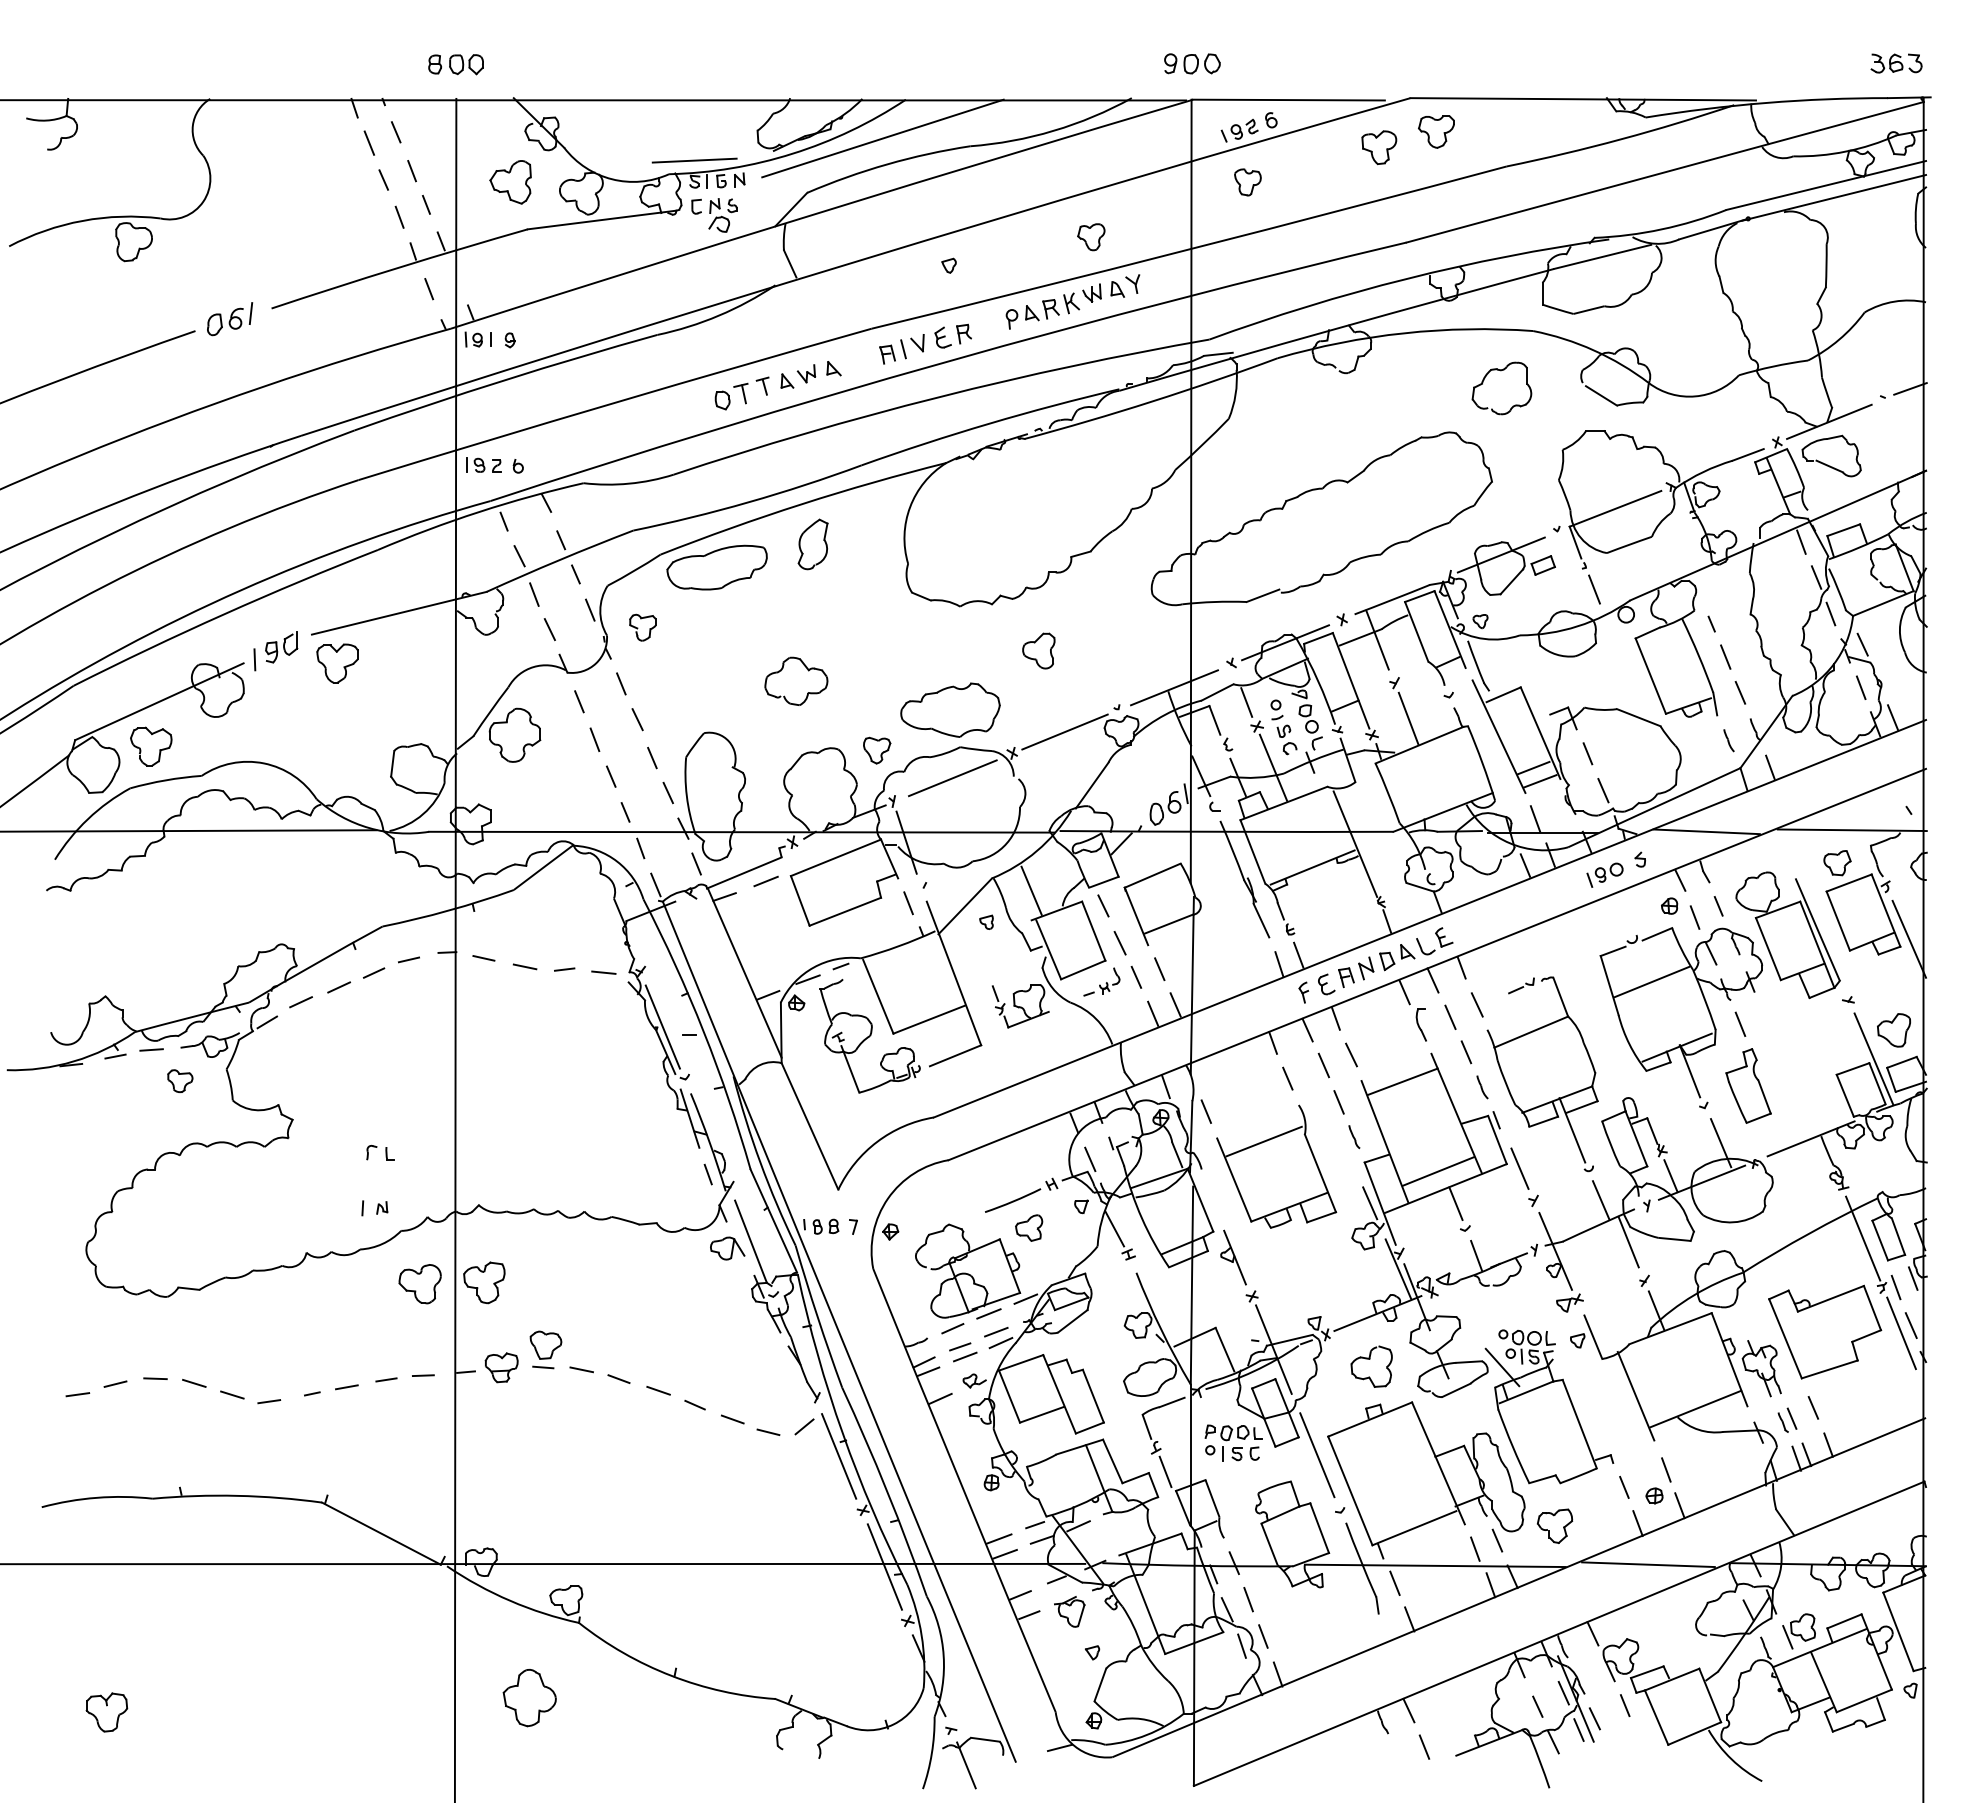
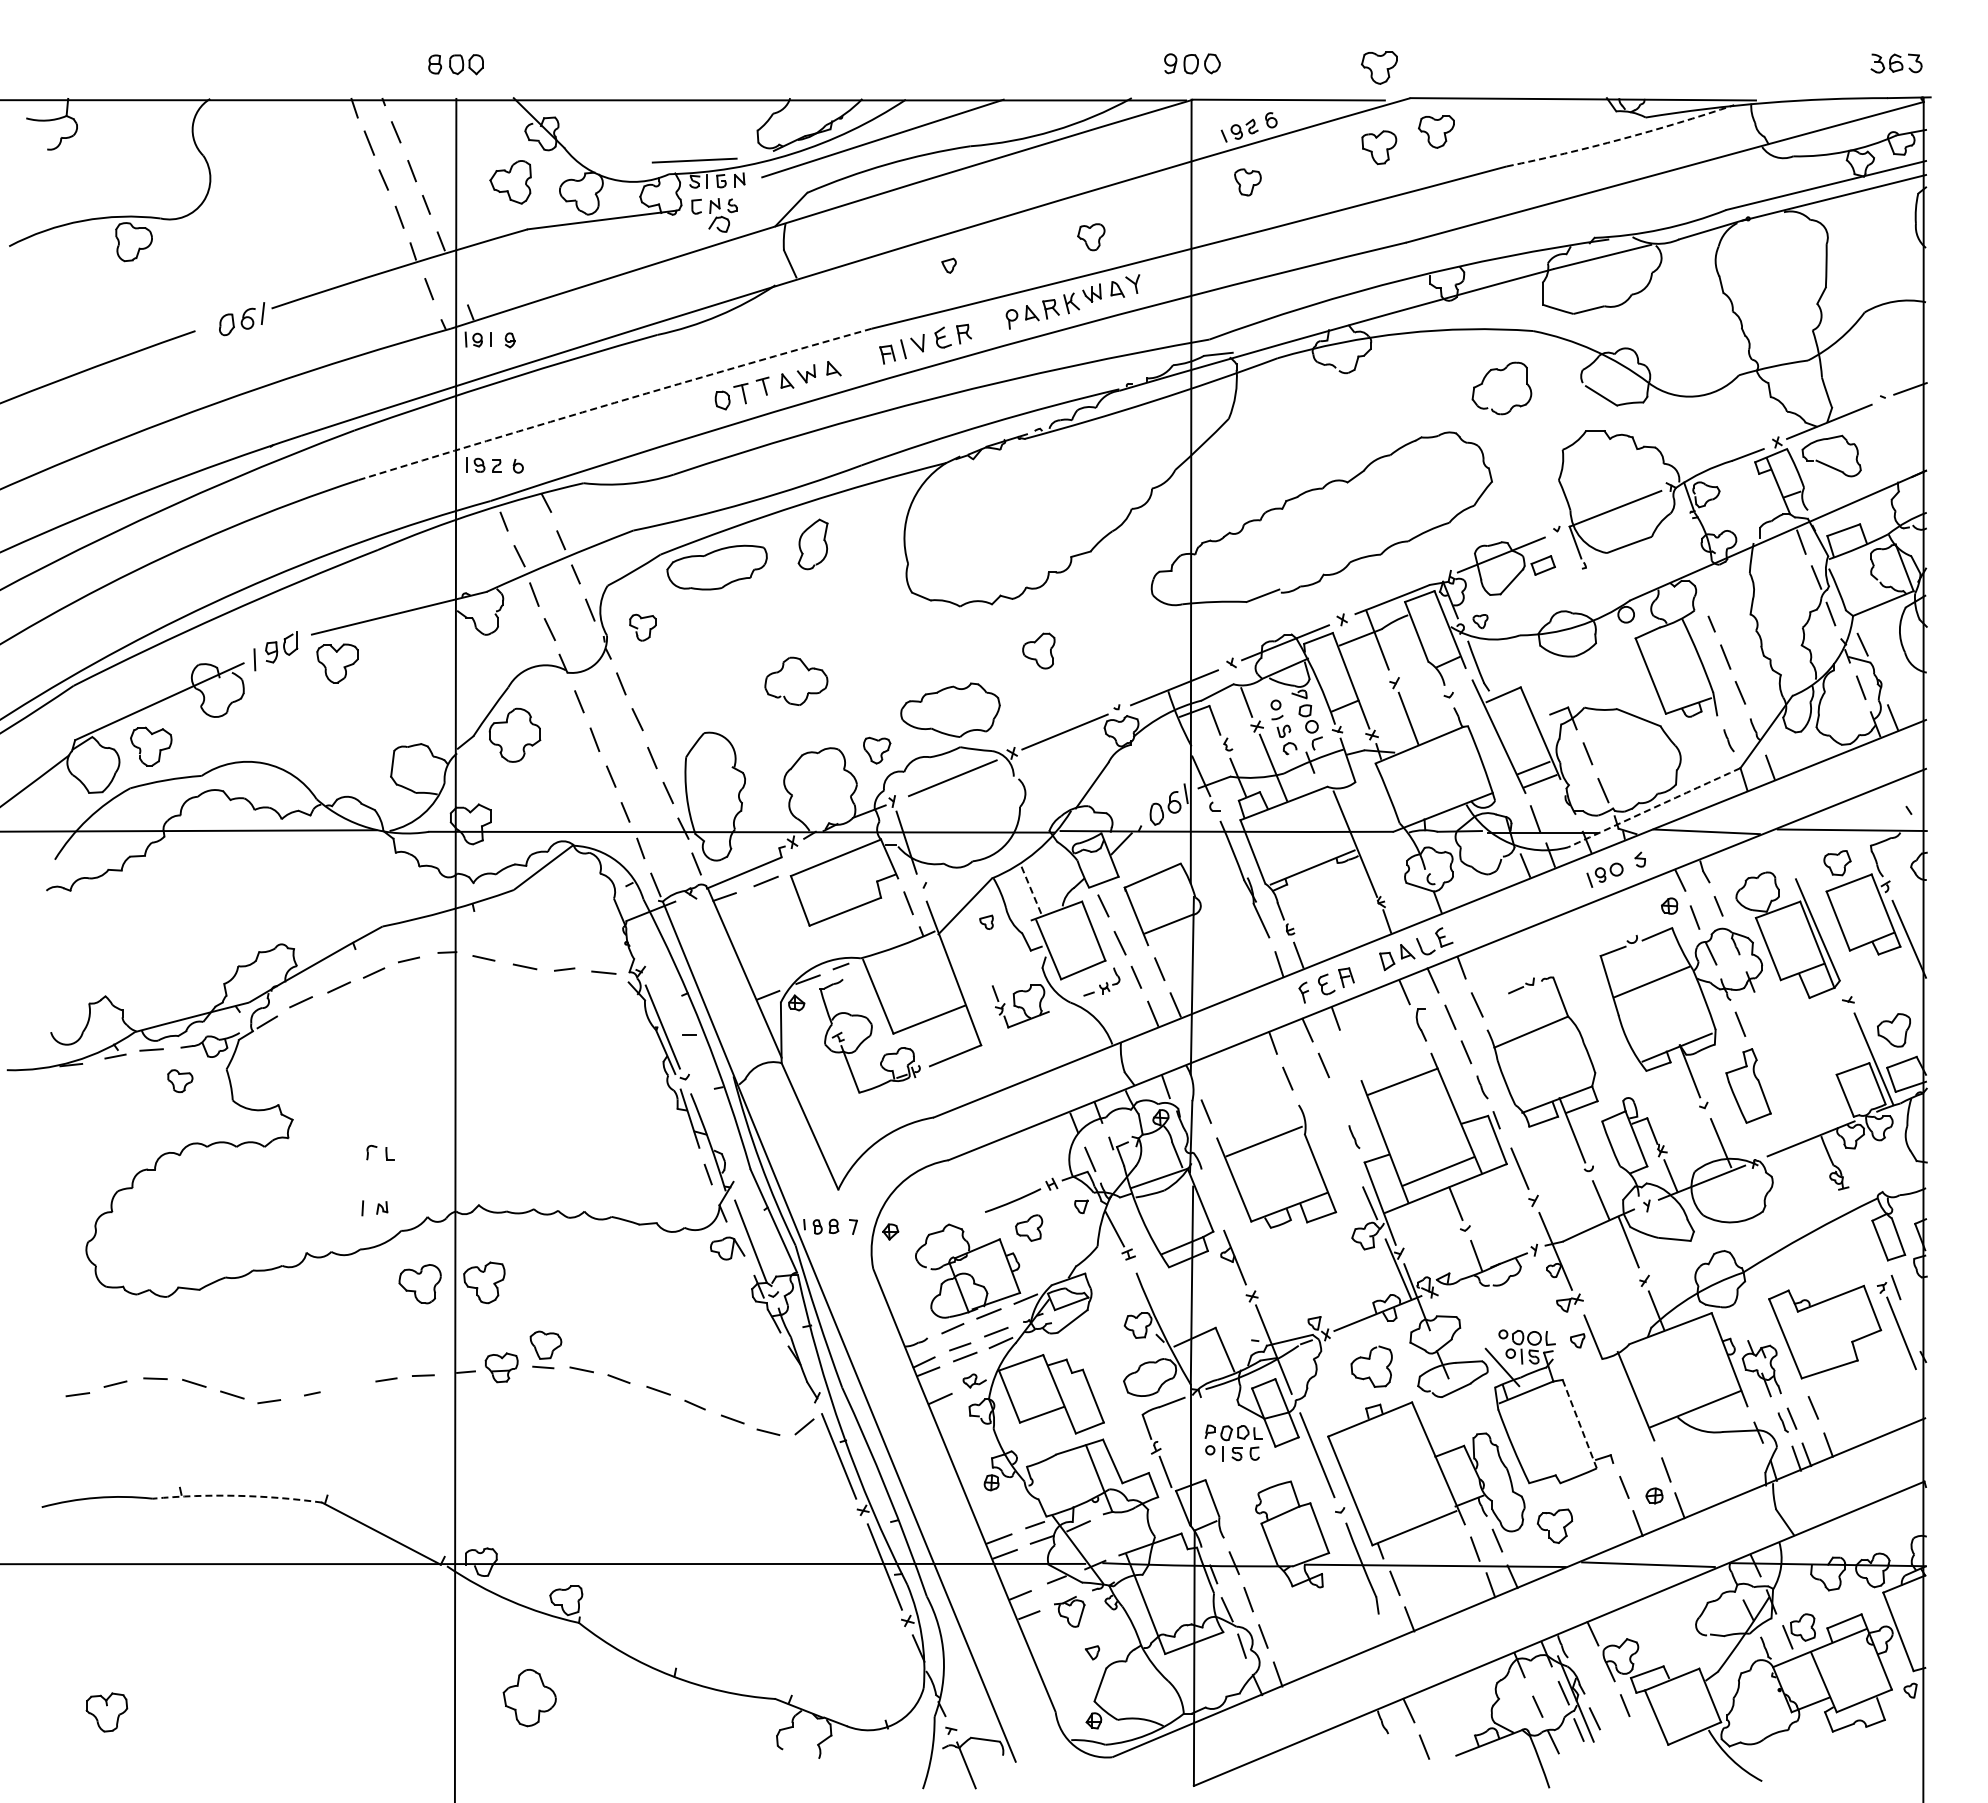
part at (1379, 67): none -> present
arc at (1621, 139): solid -> dashed
part at (230, 319) position: (230, 319) -> (242, 319)
arc at (614, 402): solid -> dashed
line at (1594, 589): present -> none
arc at (1654, 807): solid -> dashed
line at (1031, 891): solid -> dashed
part at (1366, 968): present -> none
line at (1351, 1054): present -> none
line at (1338, 1102): present -> none
line at (1863, 1238): present -> none
line at (1912, 1278): present -> none
line at (1910, 1325): present -> none
line at (346, 1387): present -> none
line at (1579, 1424): solid -> dashed
arc at (237, 1495): solid -> dashed
line at (1059, 1747): present -> none
